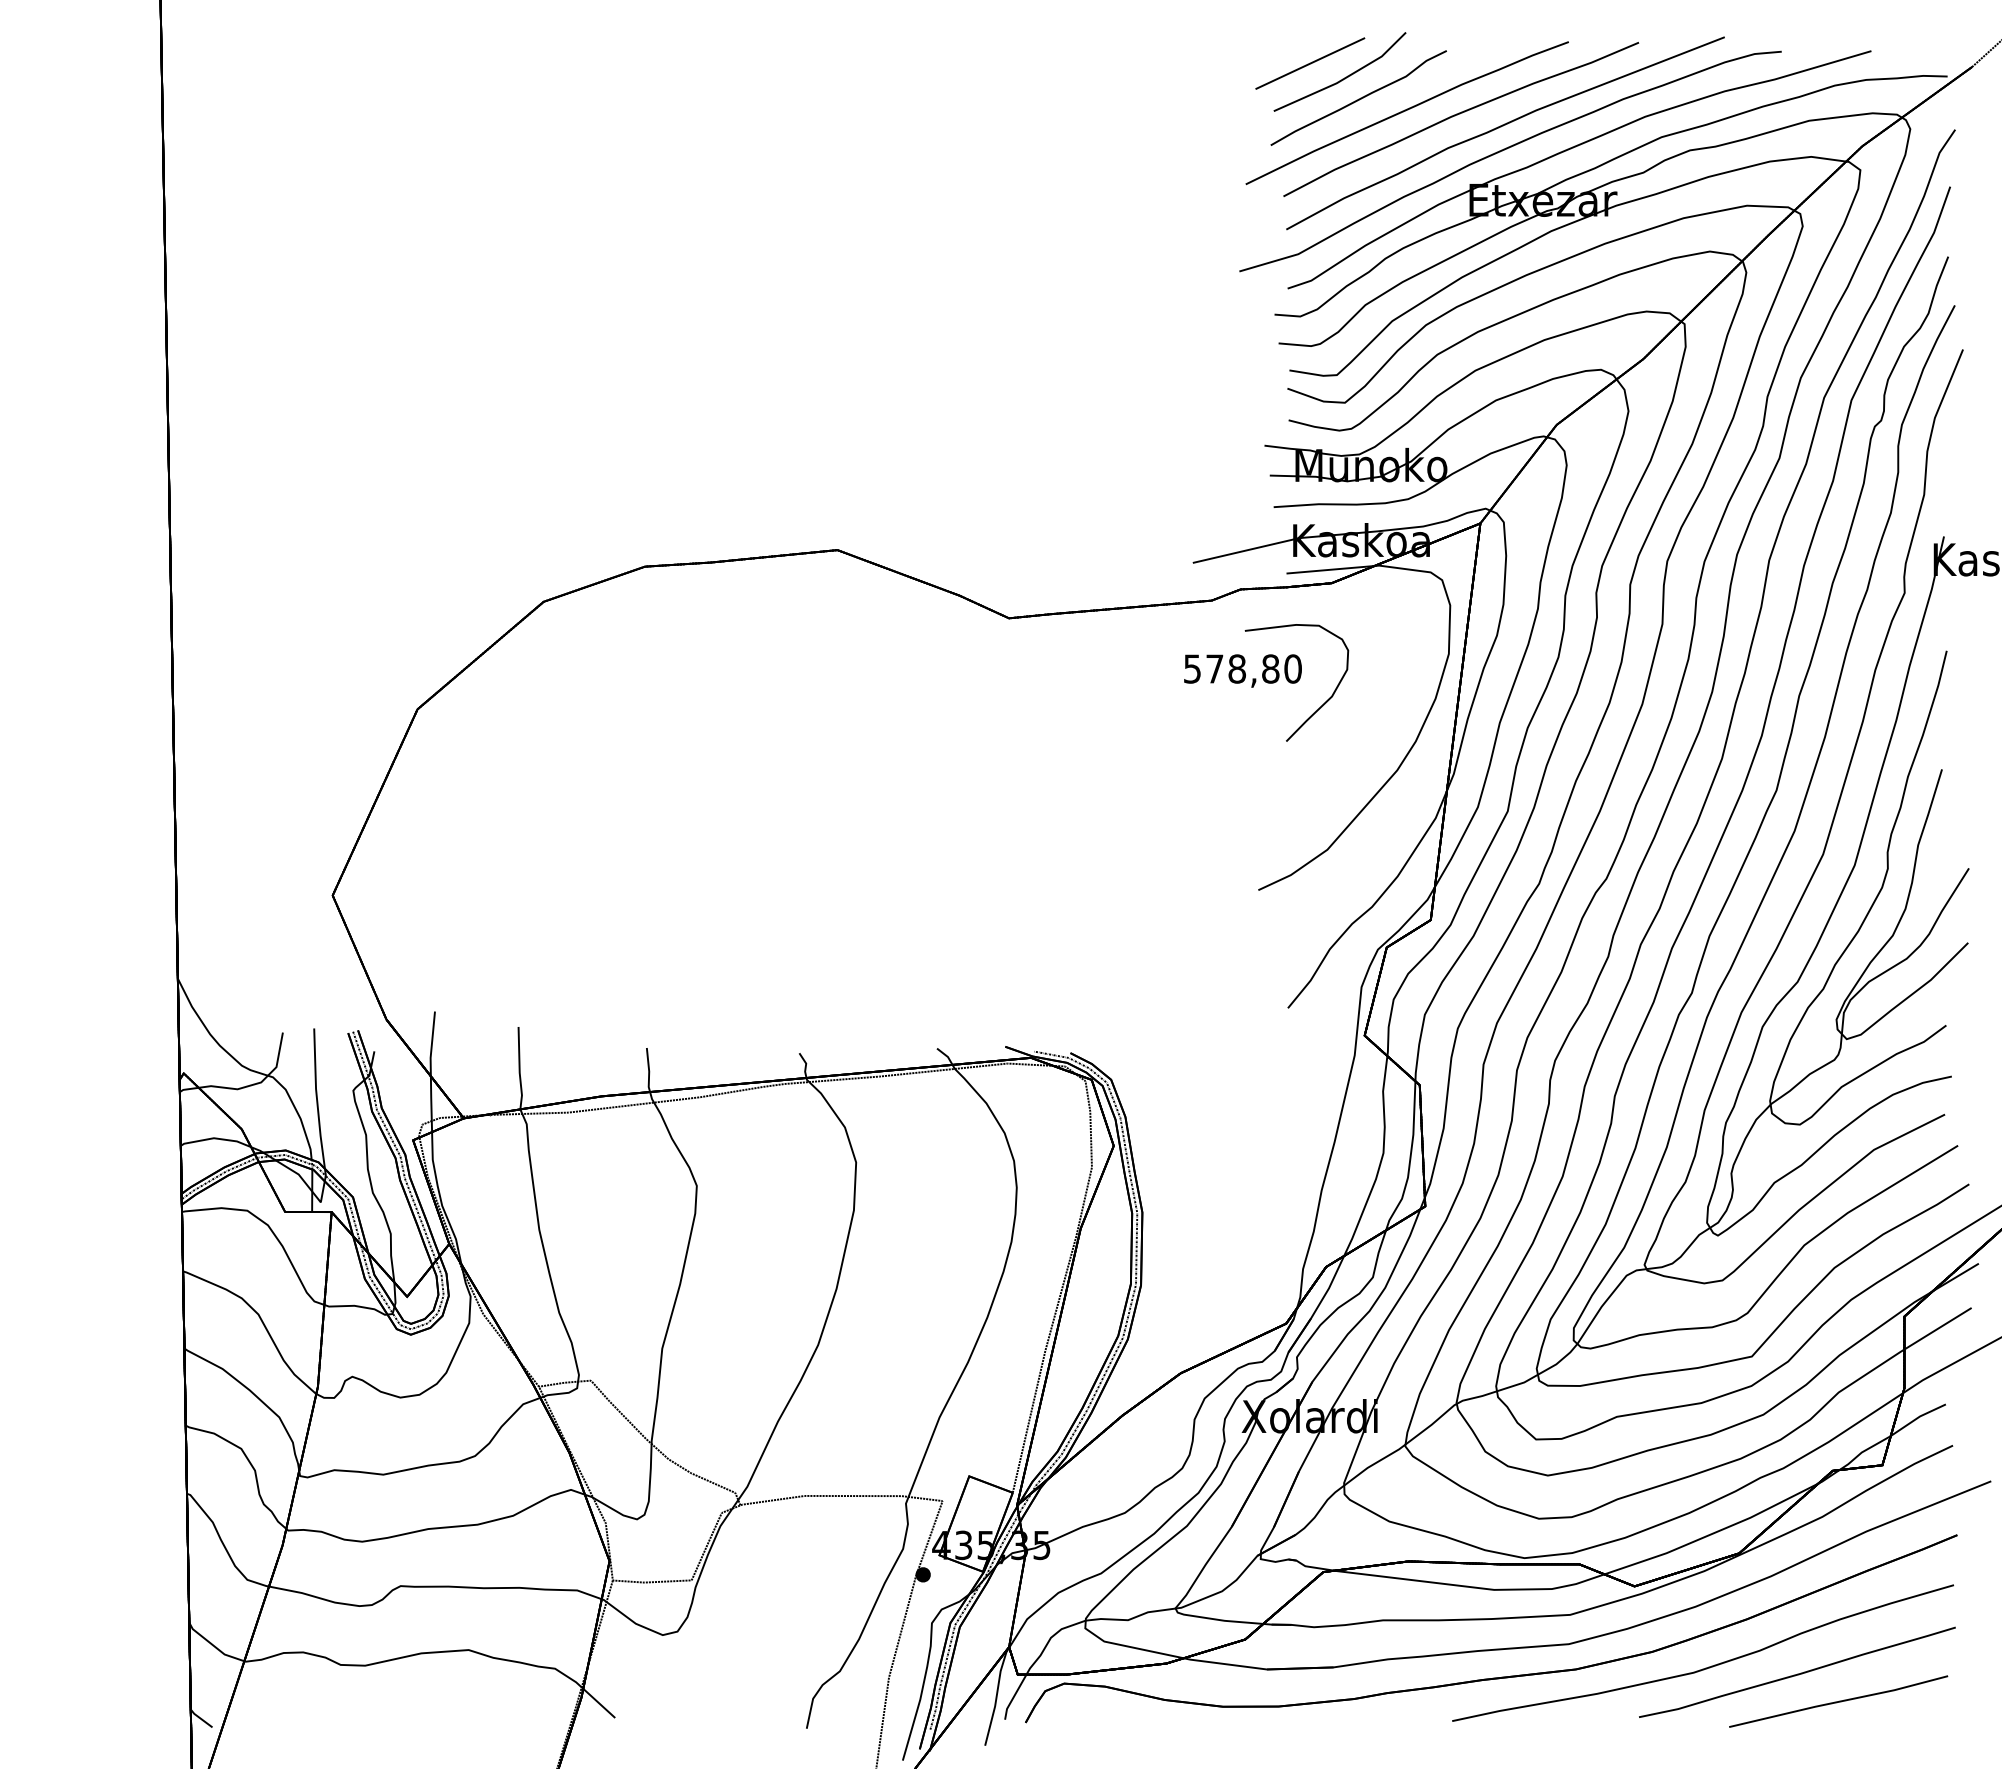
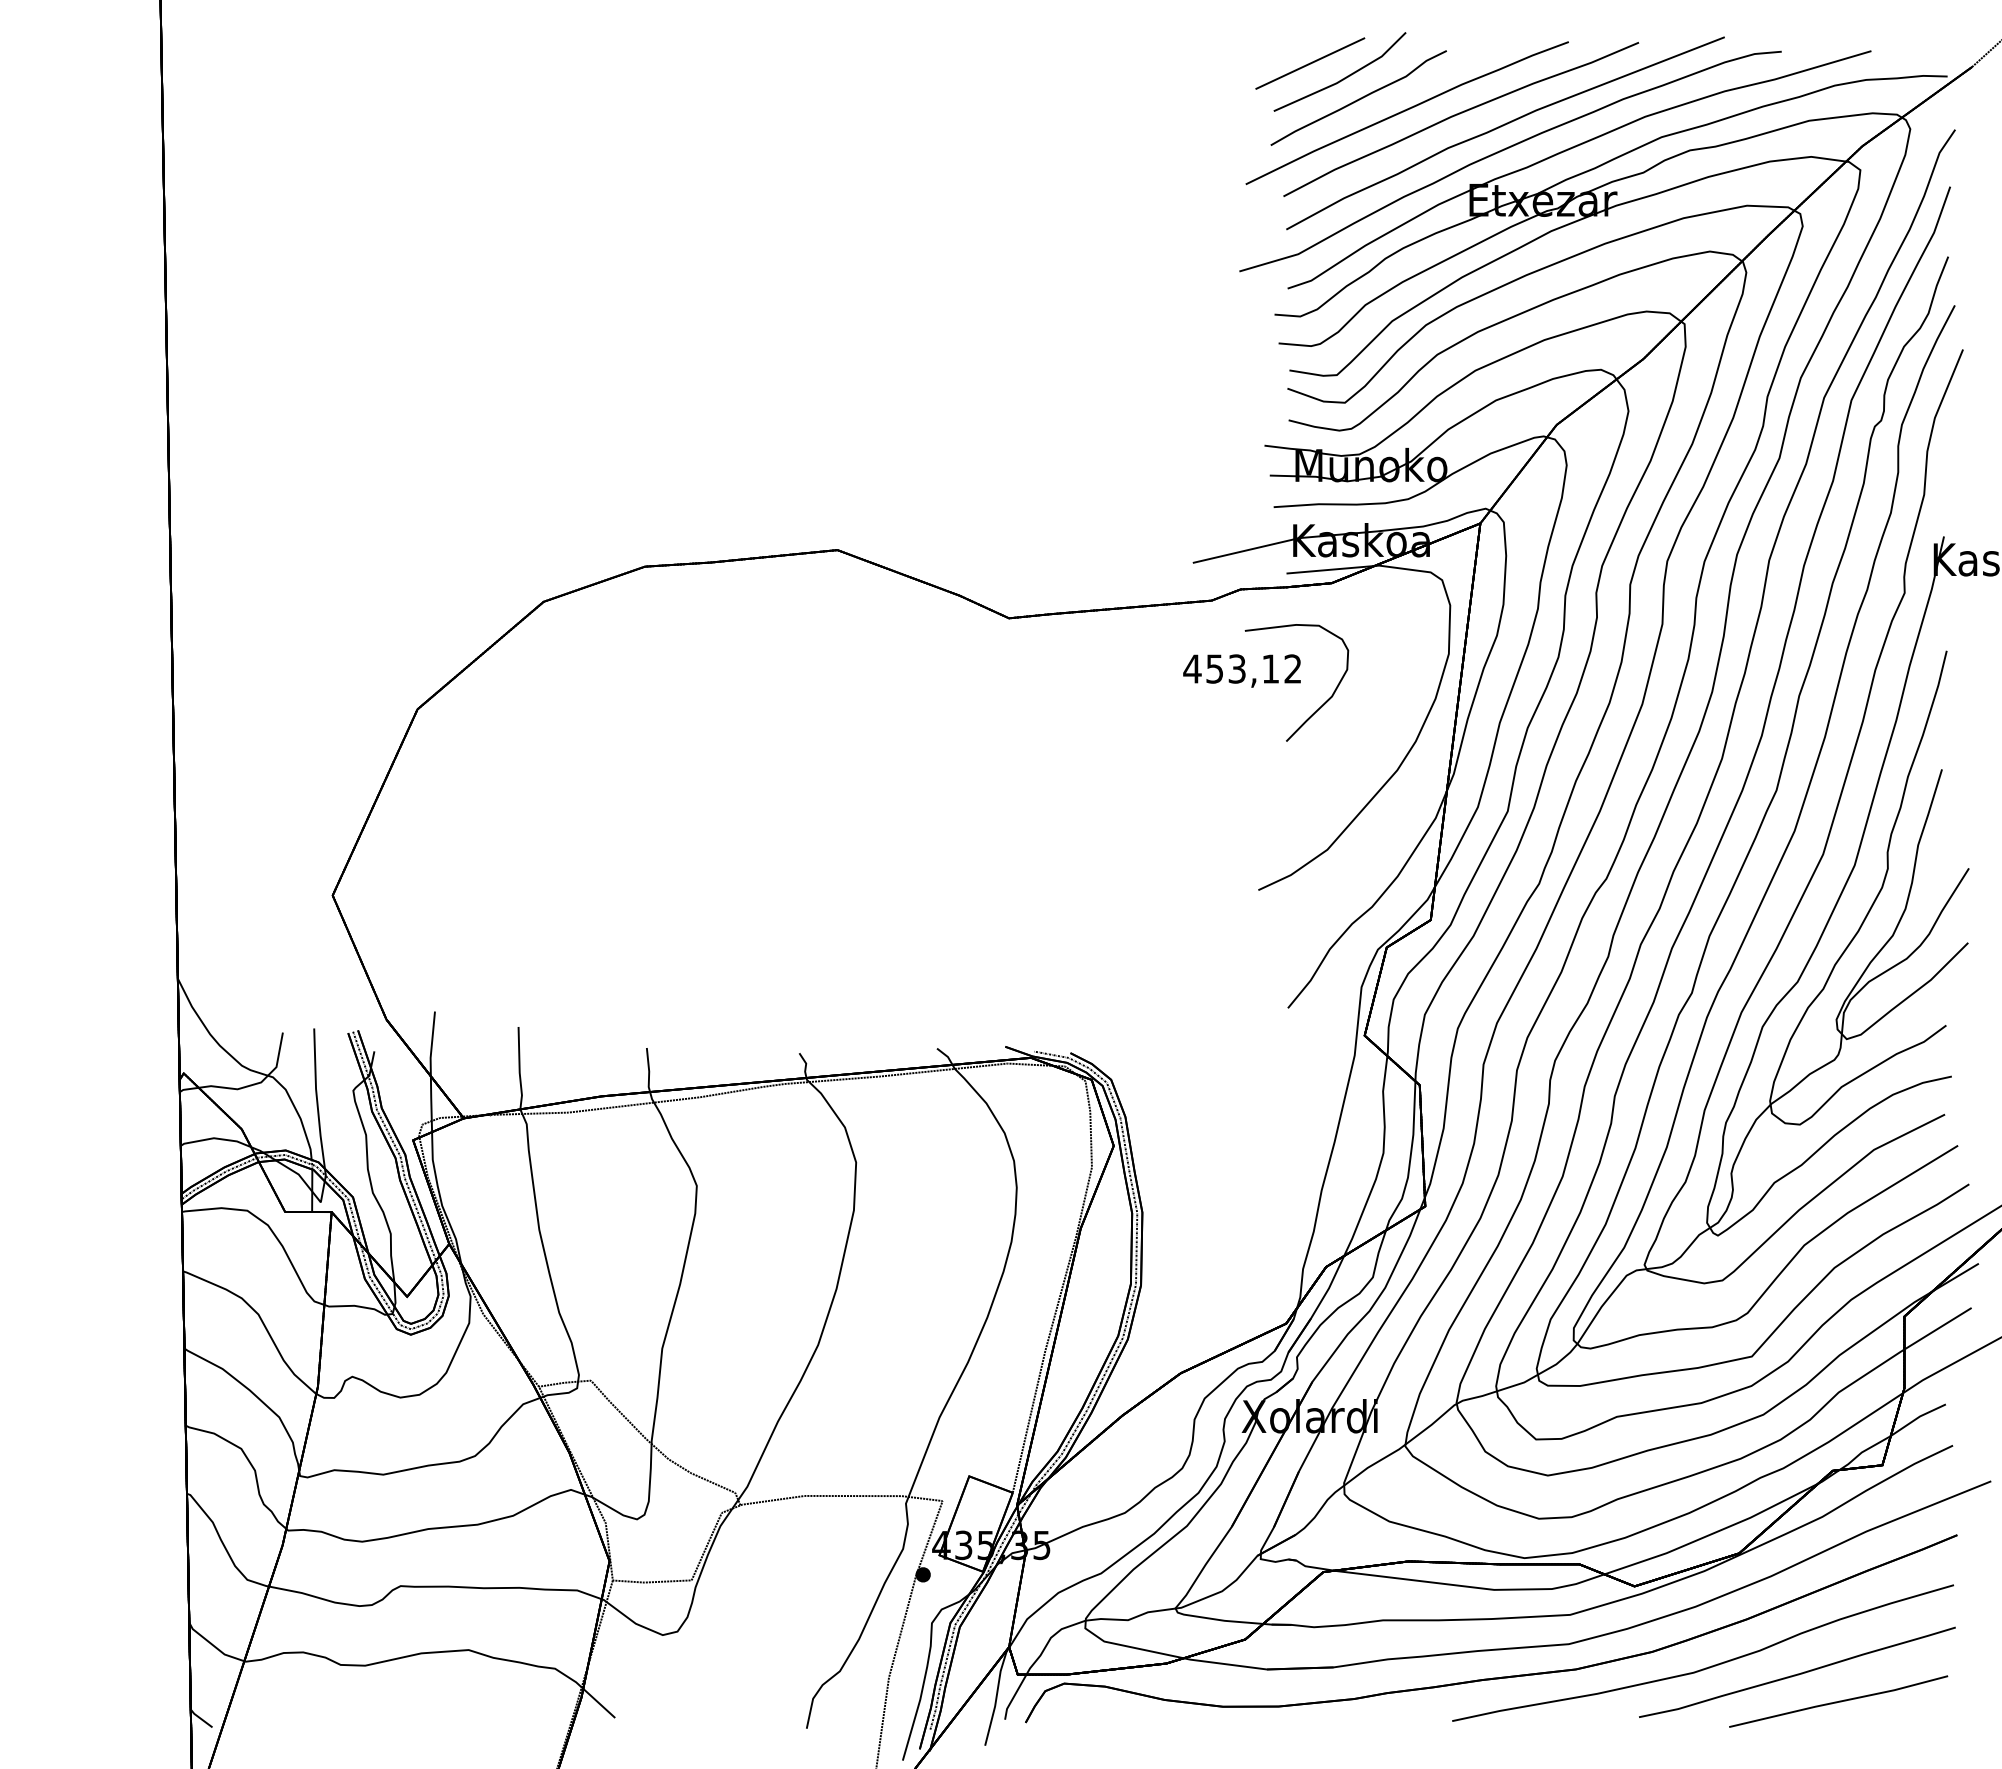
text at (1242, 668): 578,80 -> 453,12
